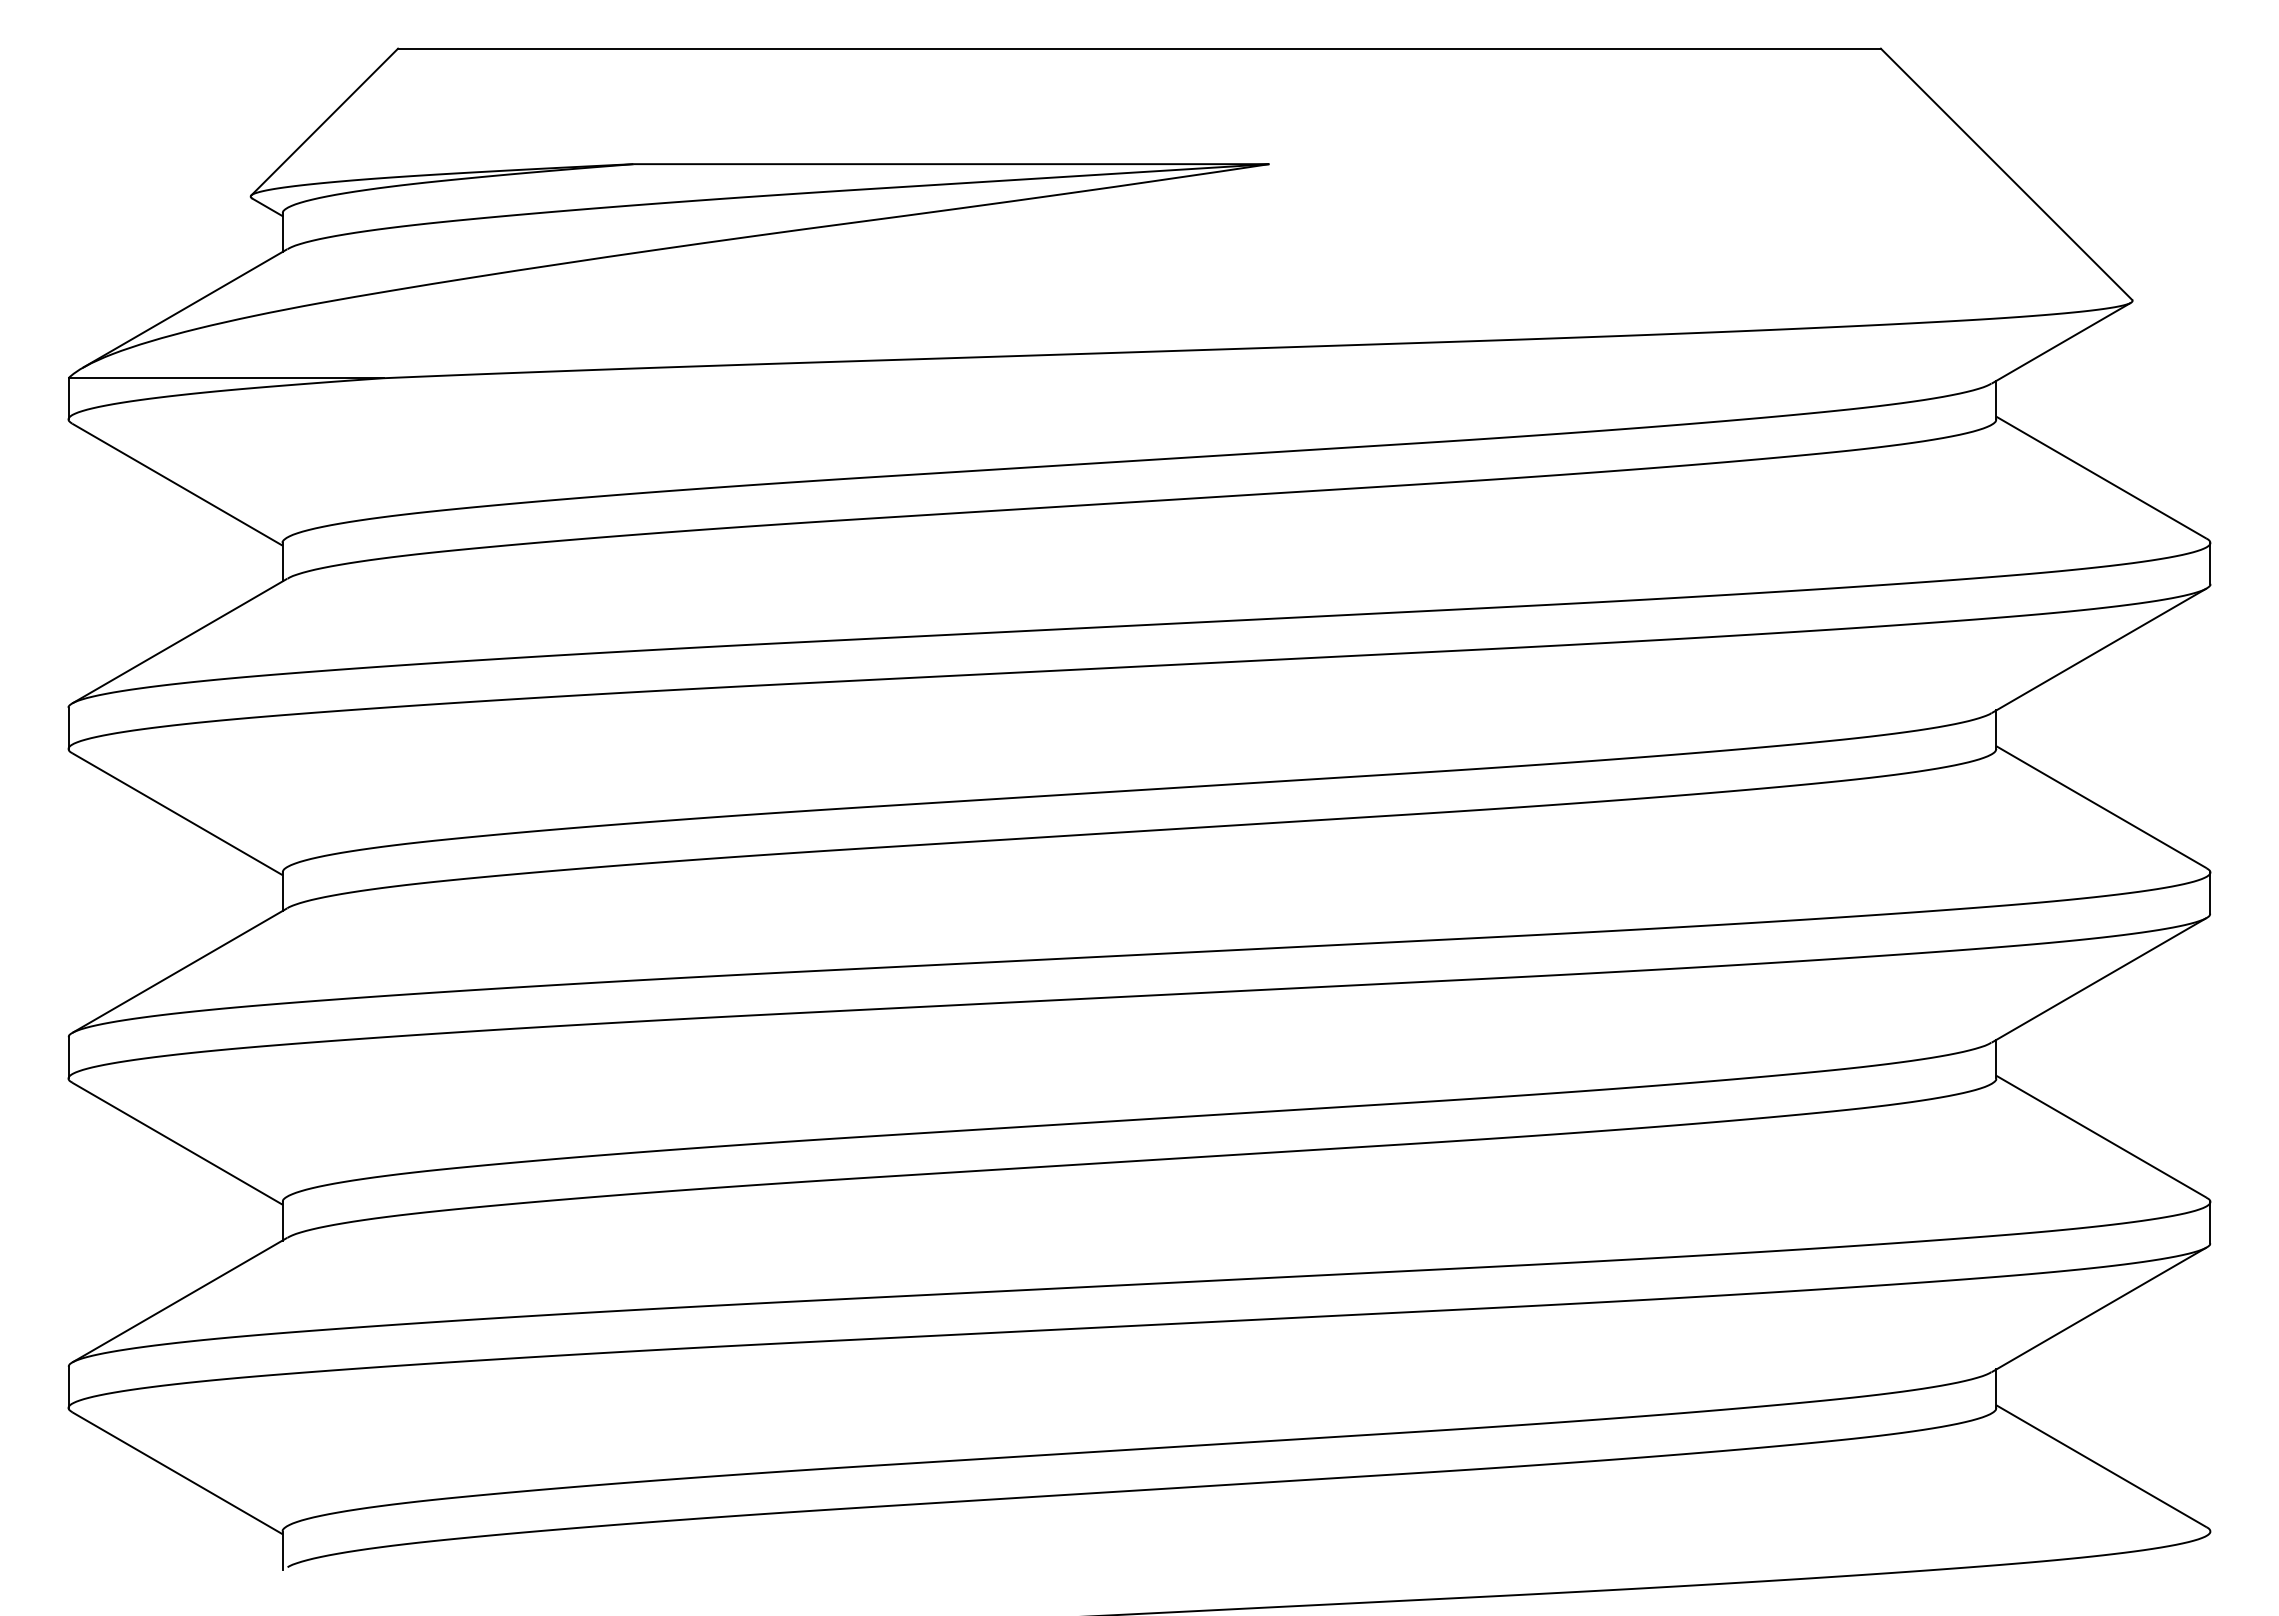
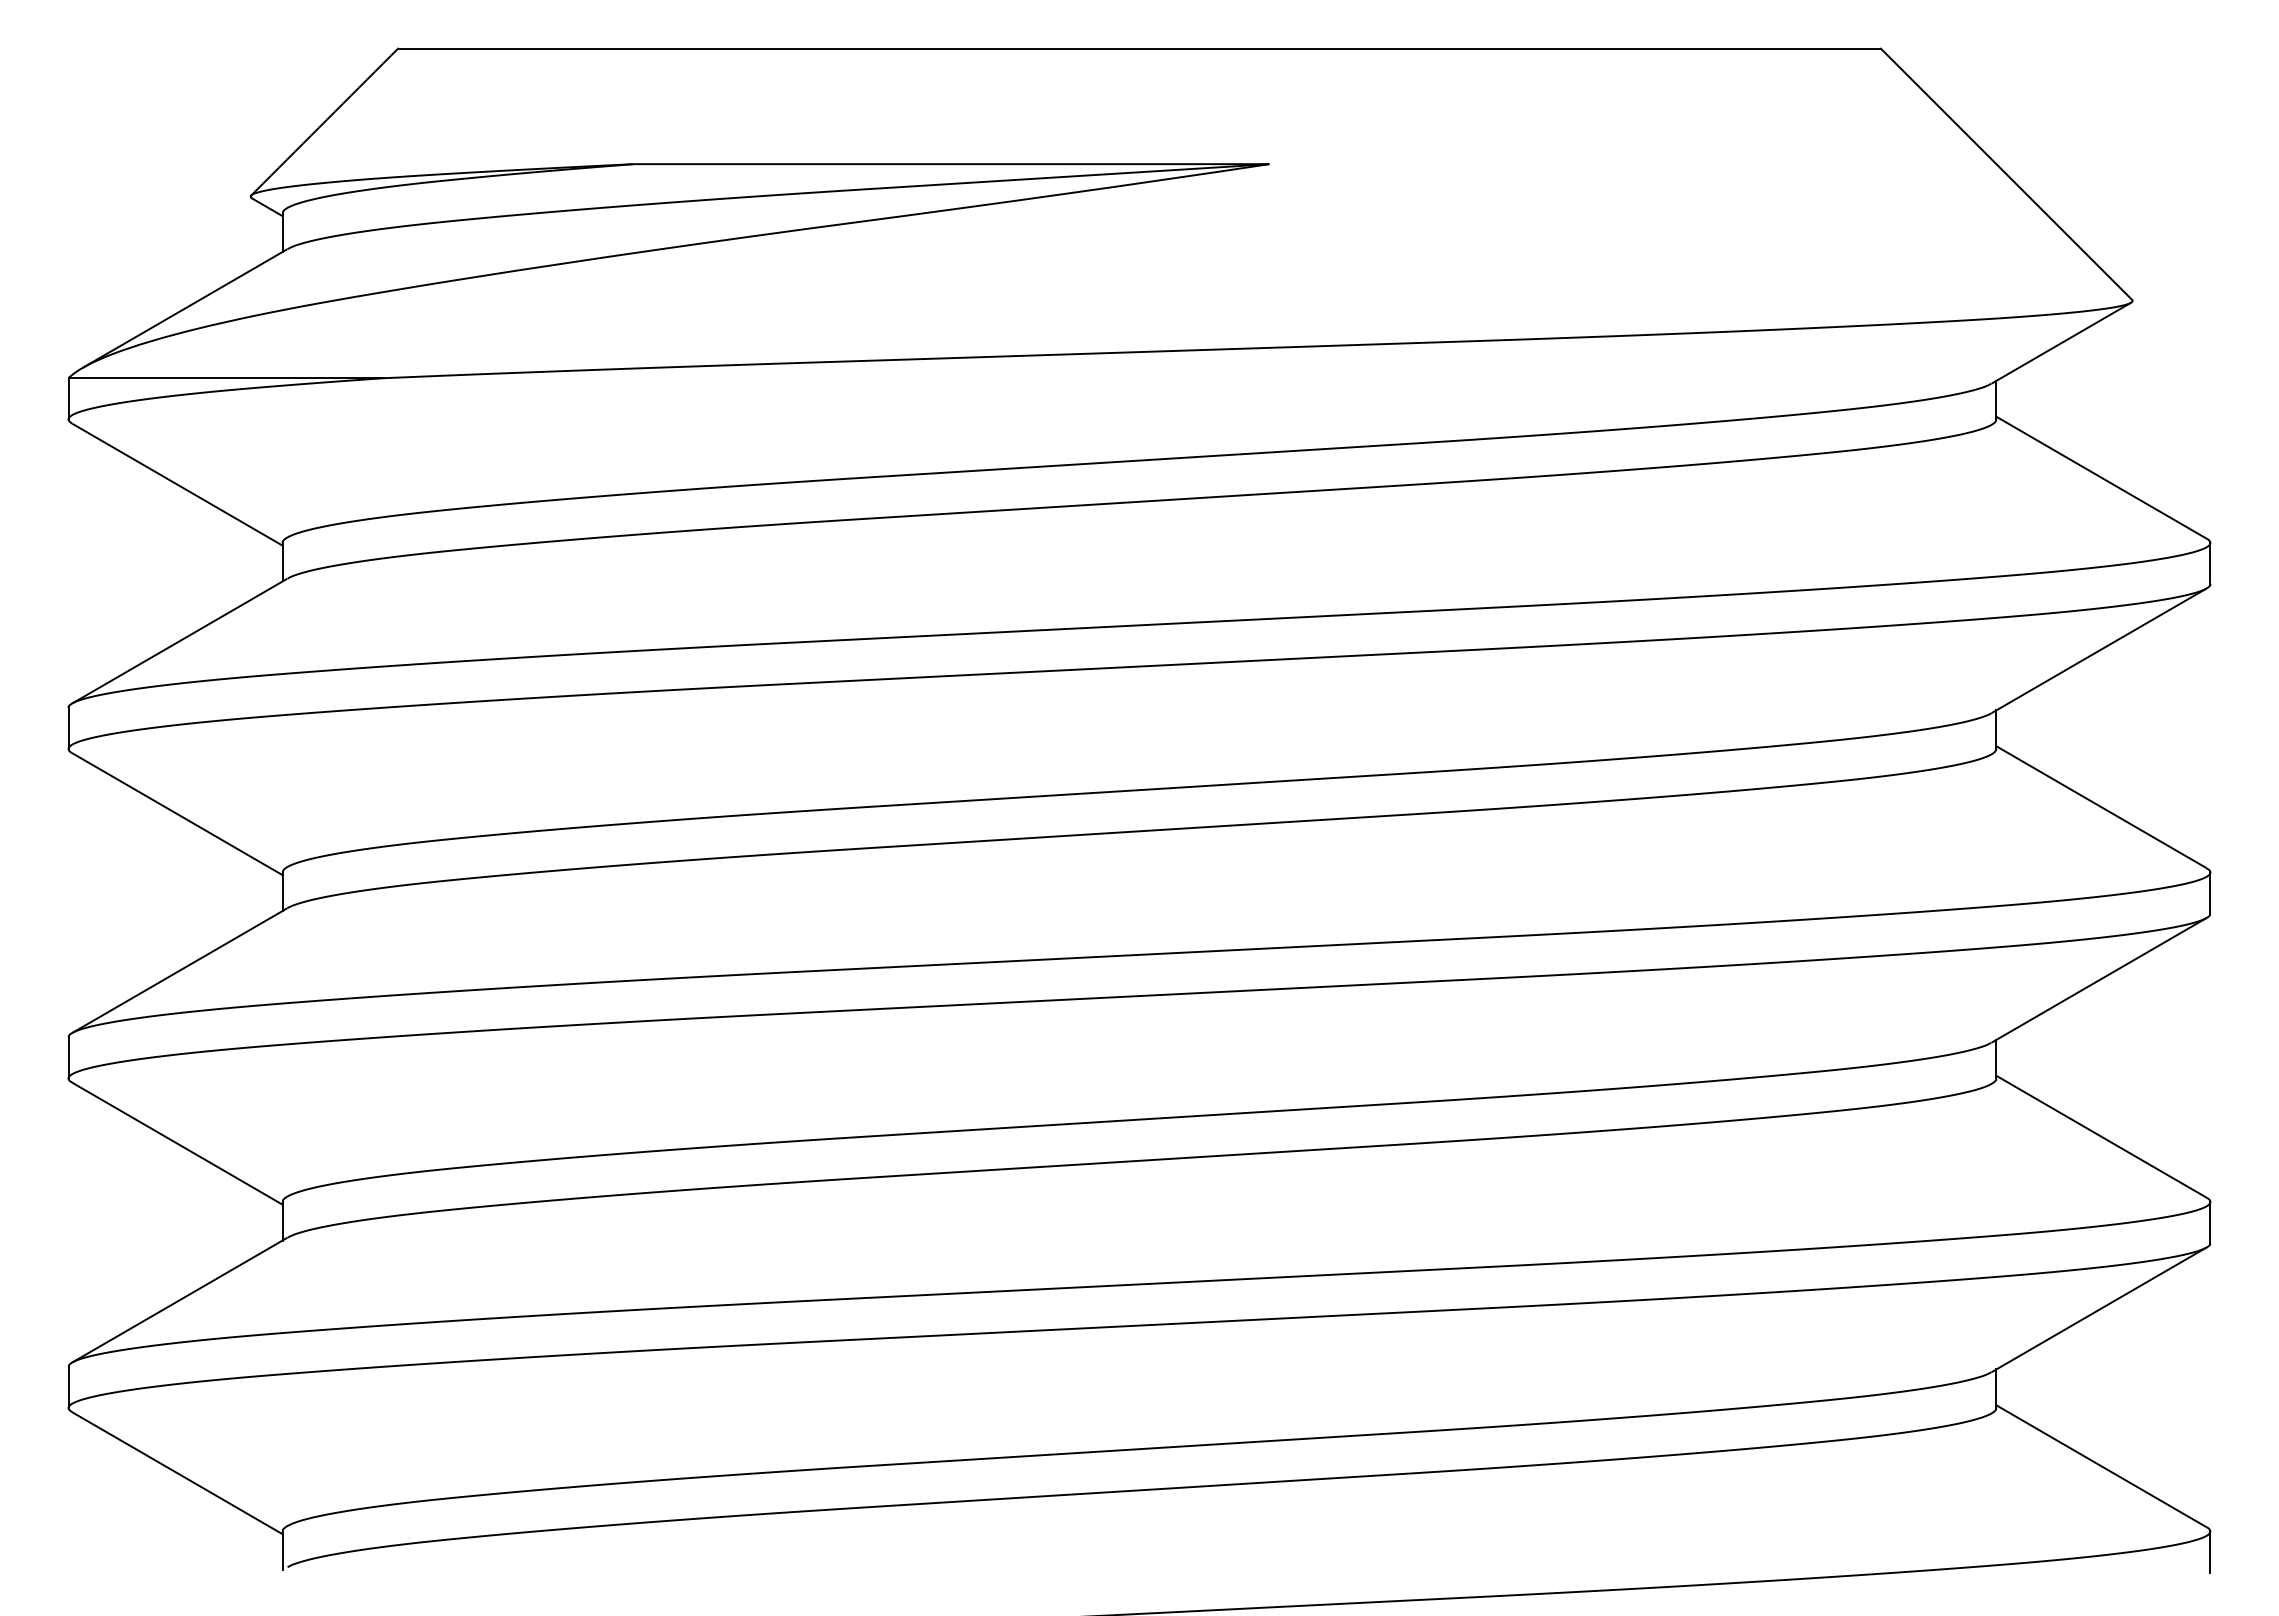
line at (2210, 1551): none -> present
